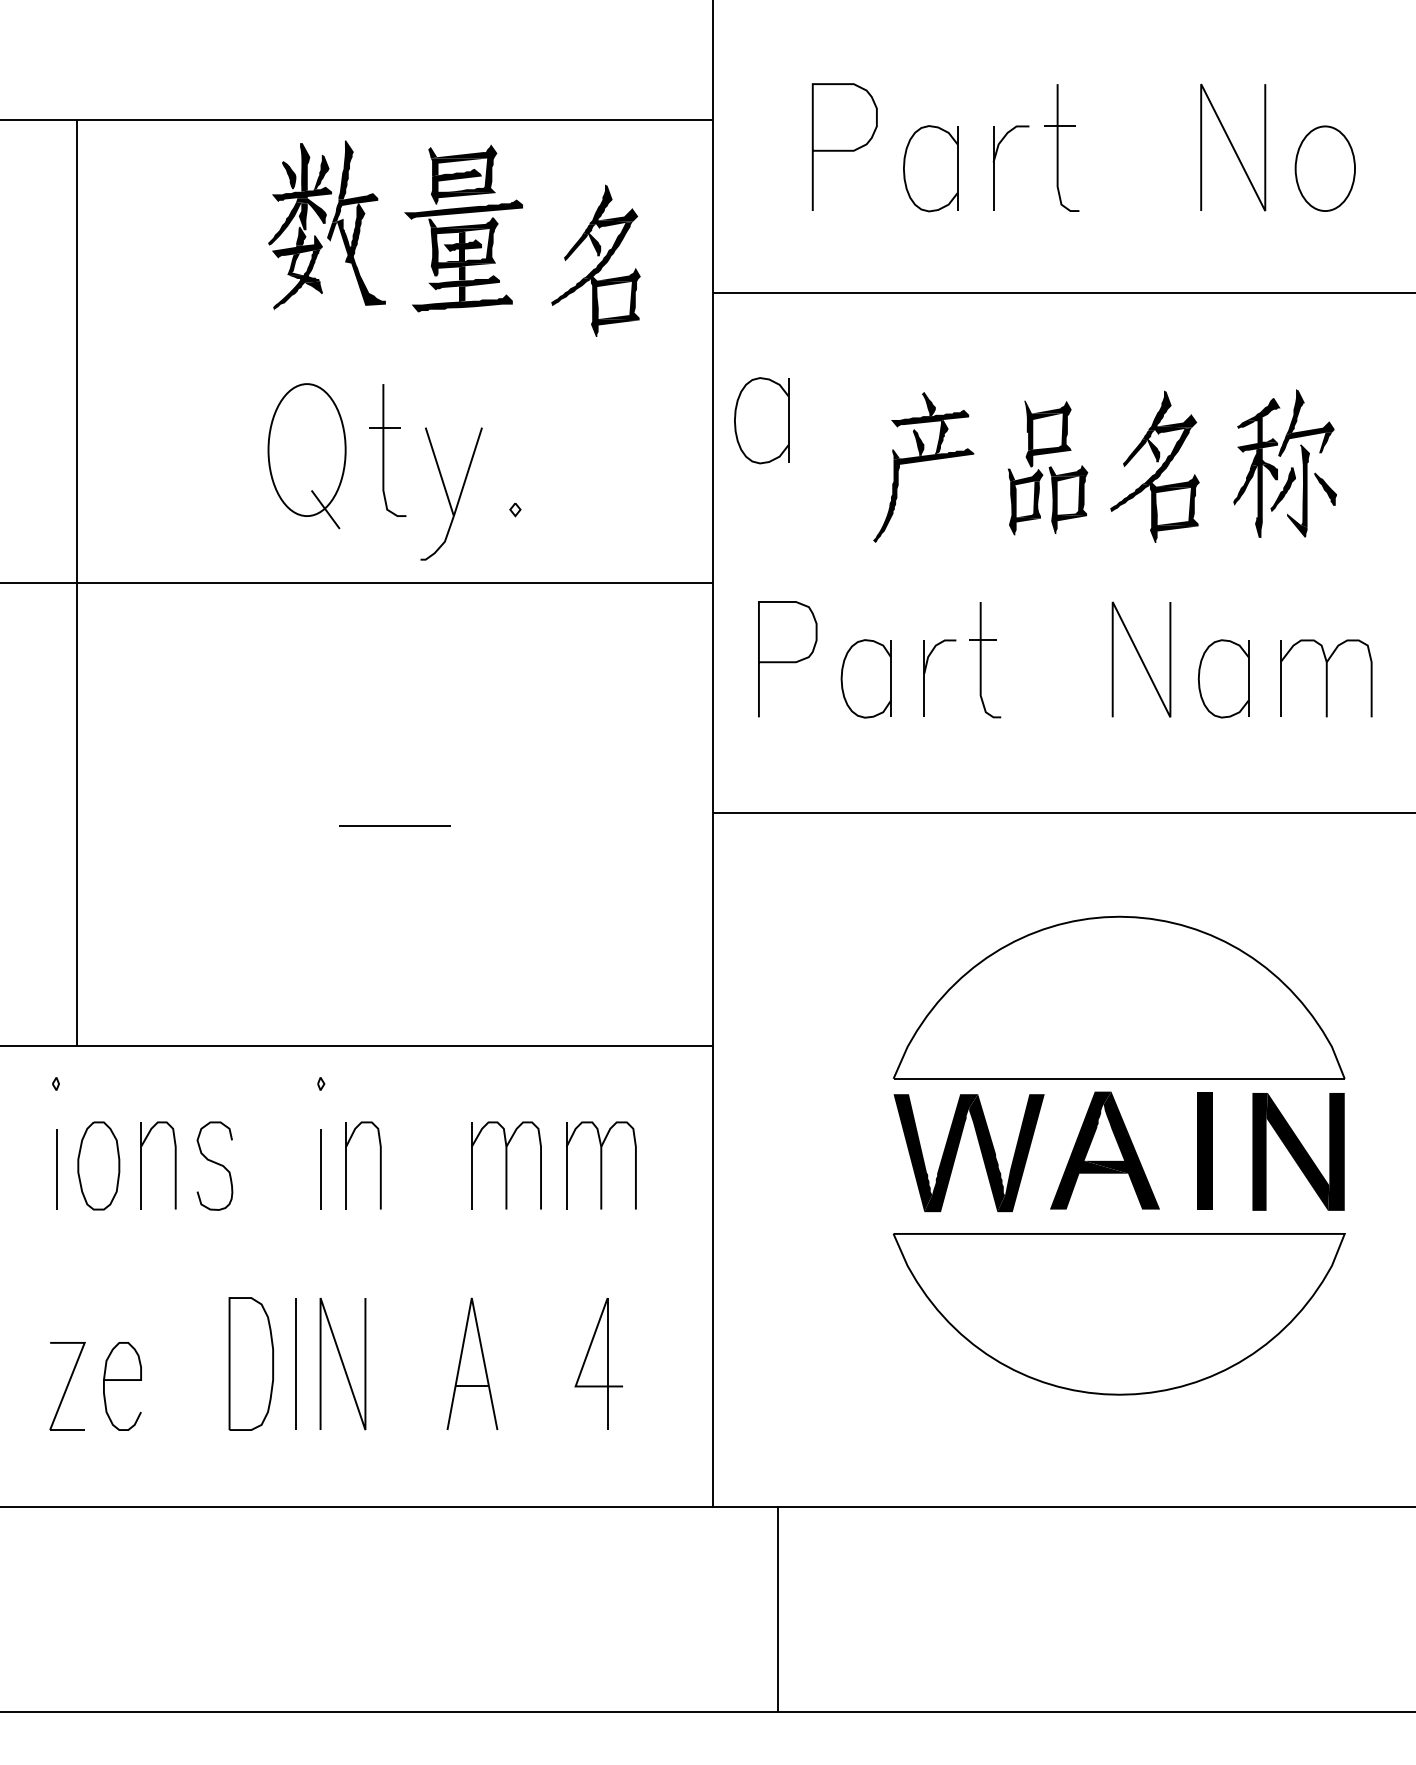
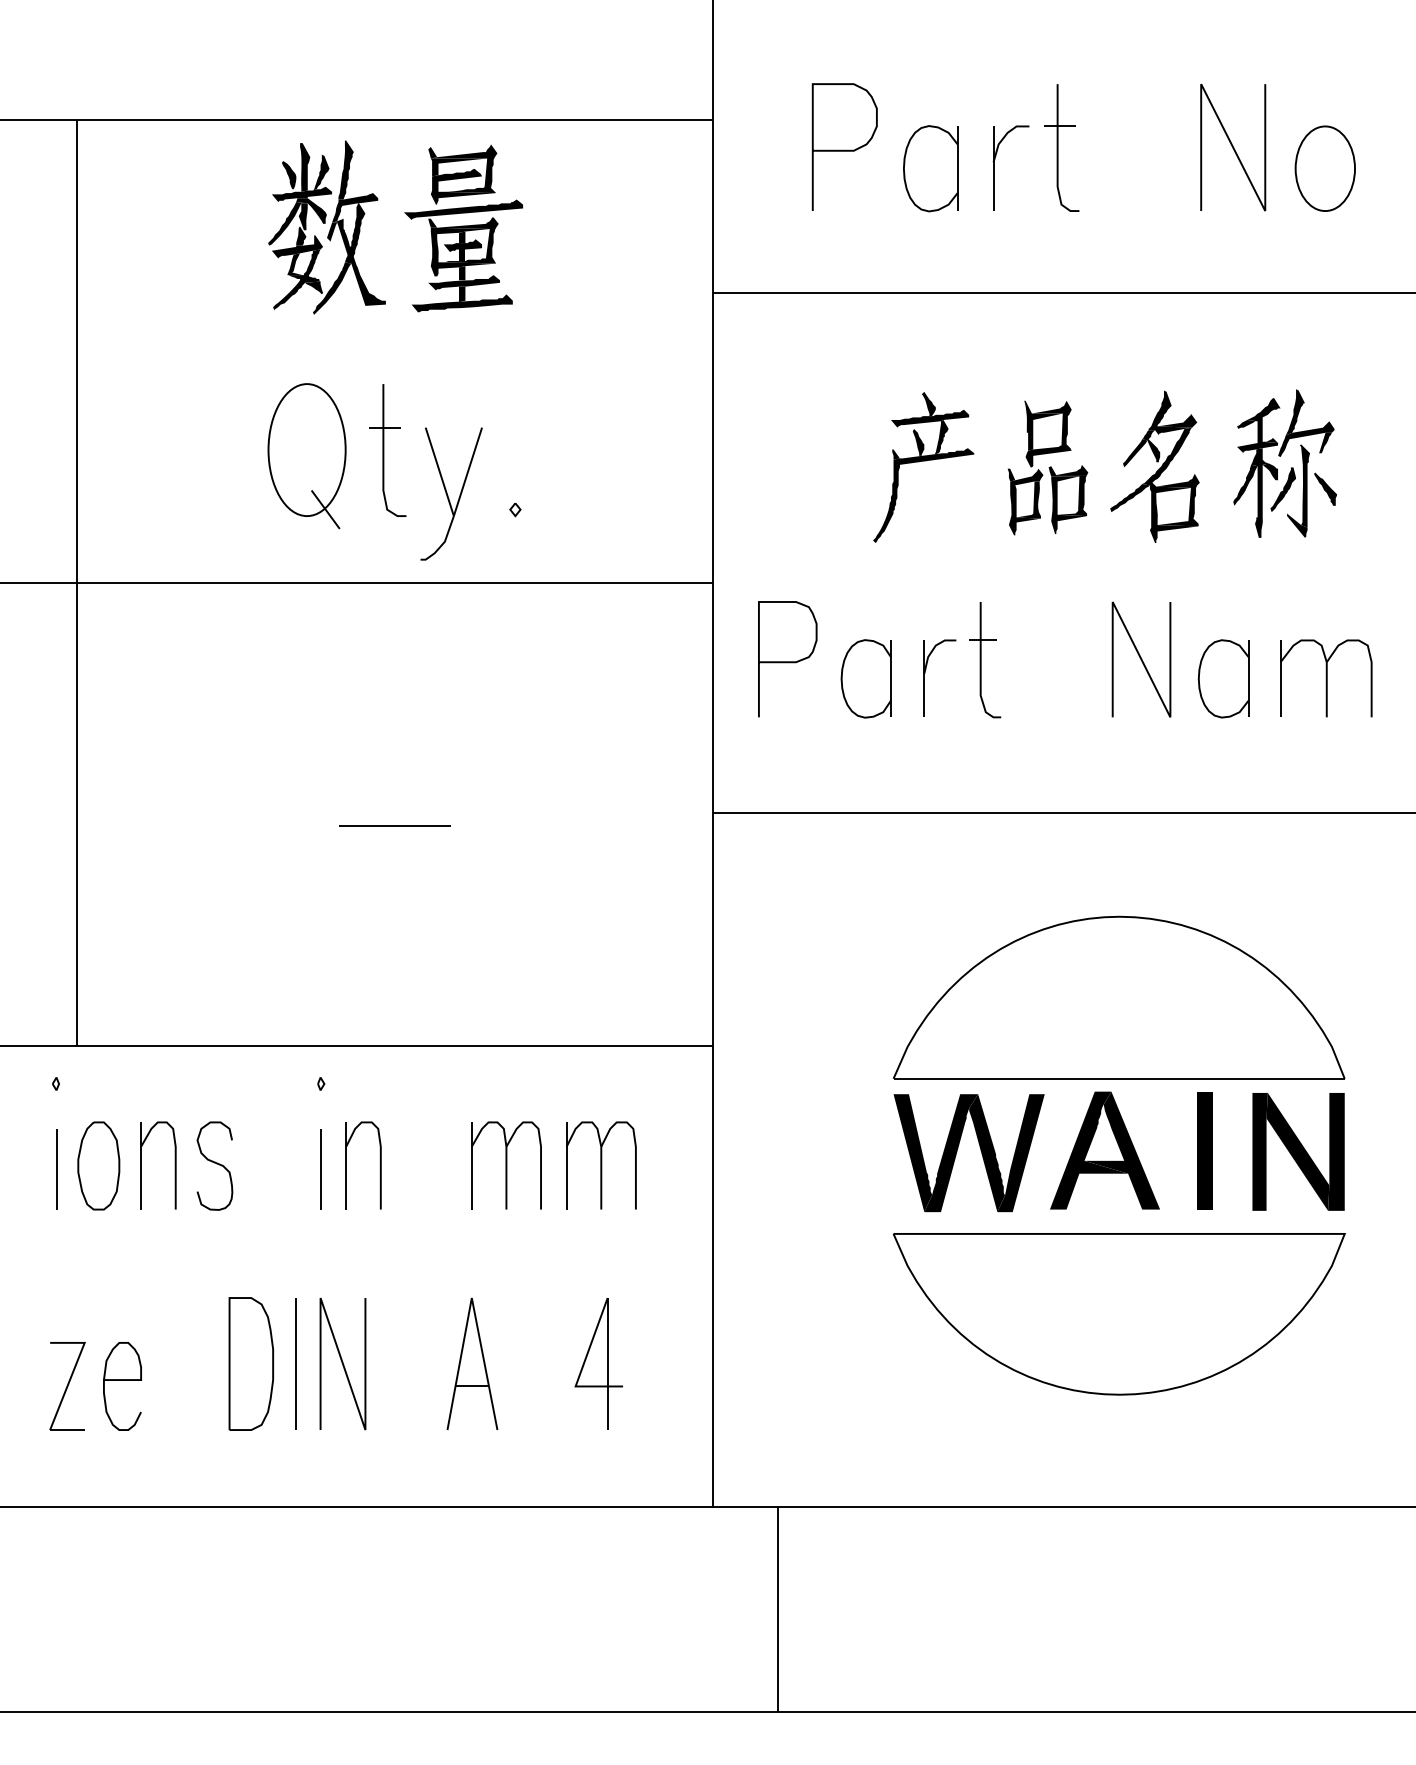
part at (595, 260): present -> none
fill at (331, 288): none -> present
part at (761, 420): present -> none
